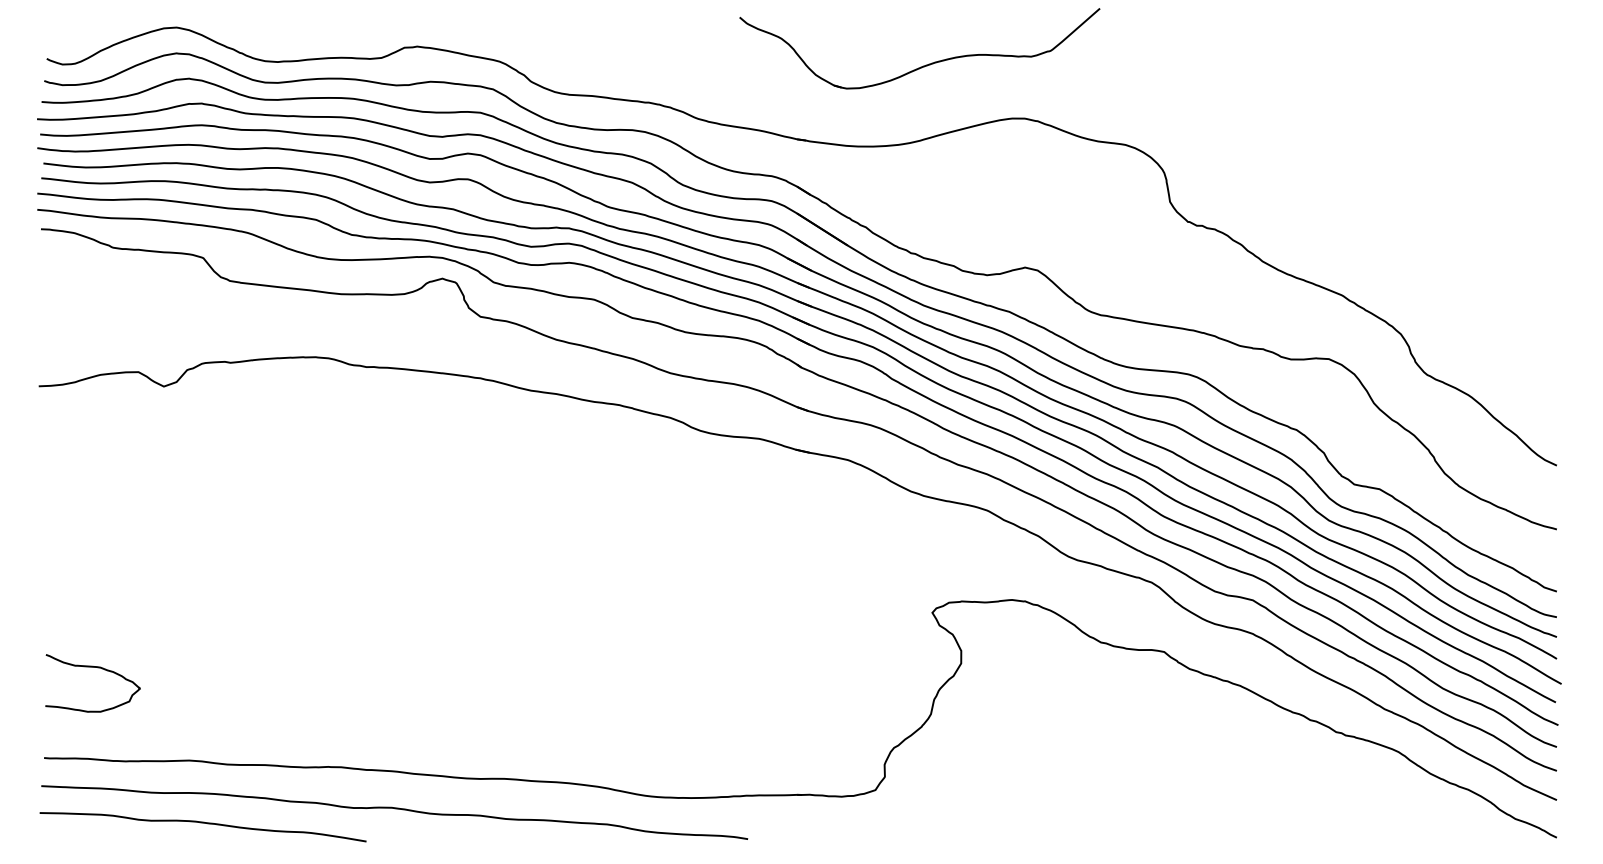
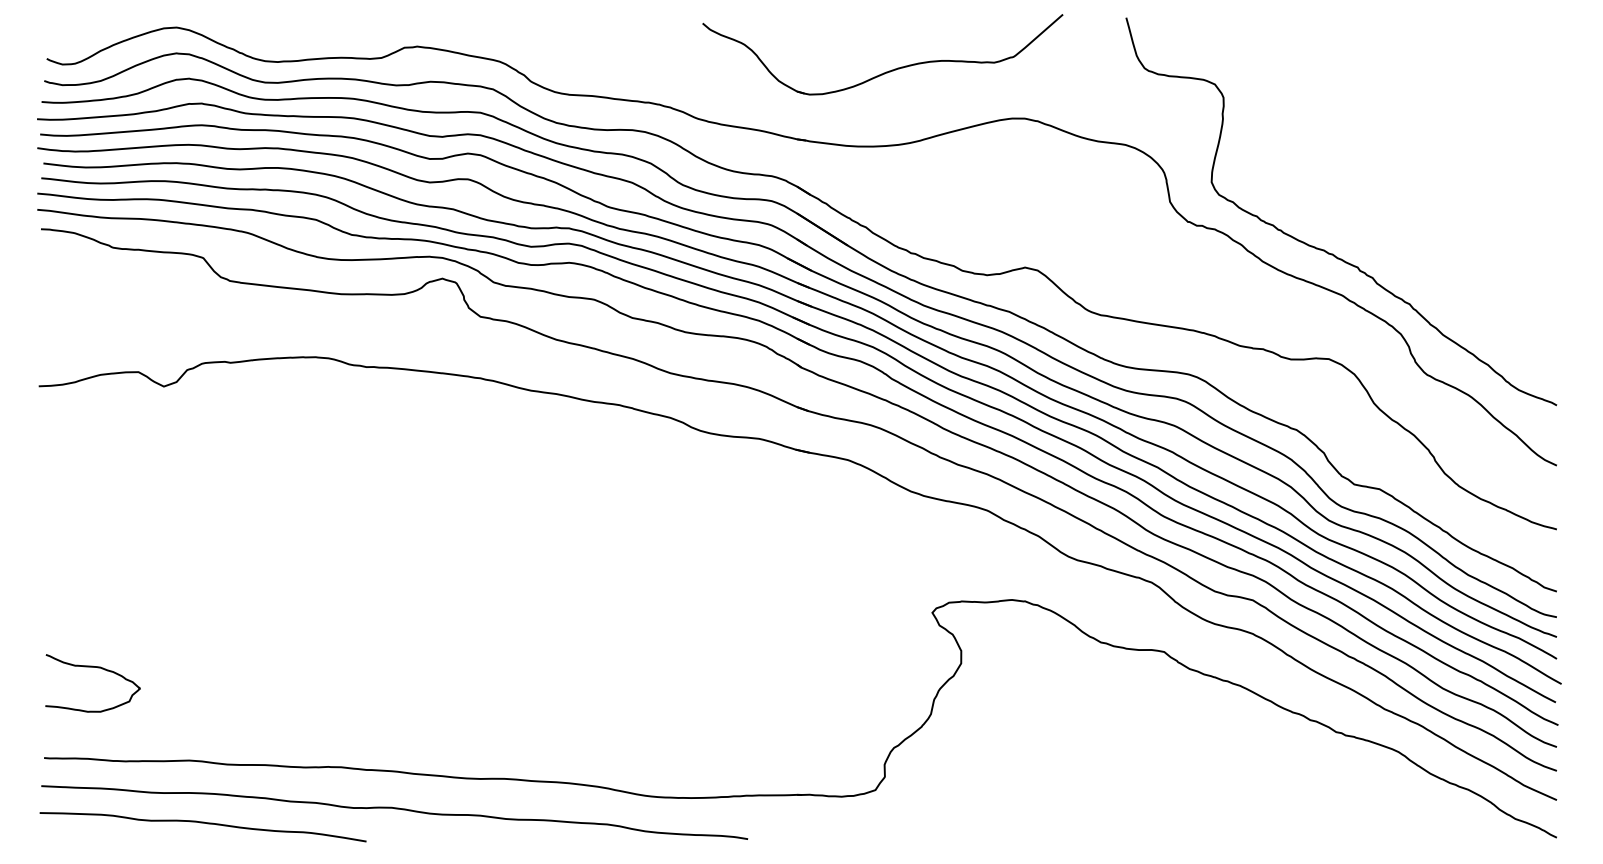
part at (926, 64) position: (926, 64) -> (889, 70)
curve at (1324, 249): none -> present
